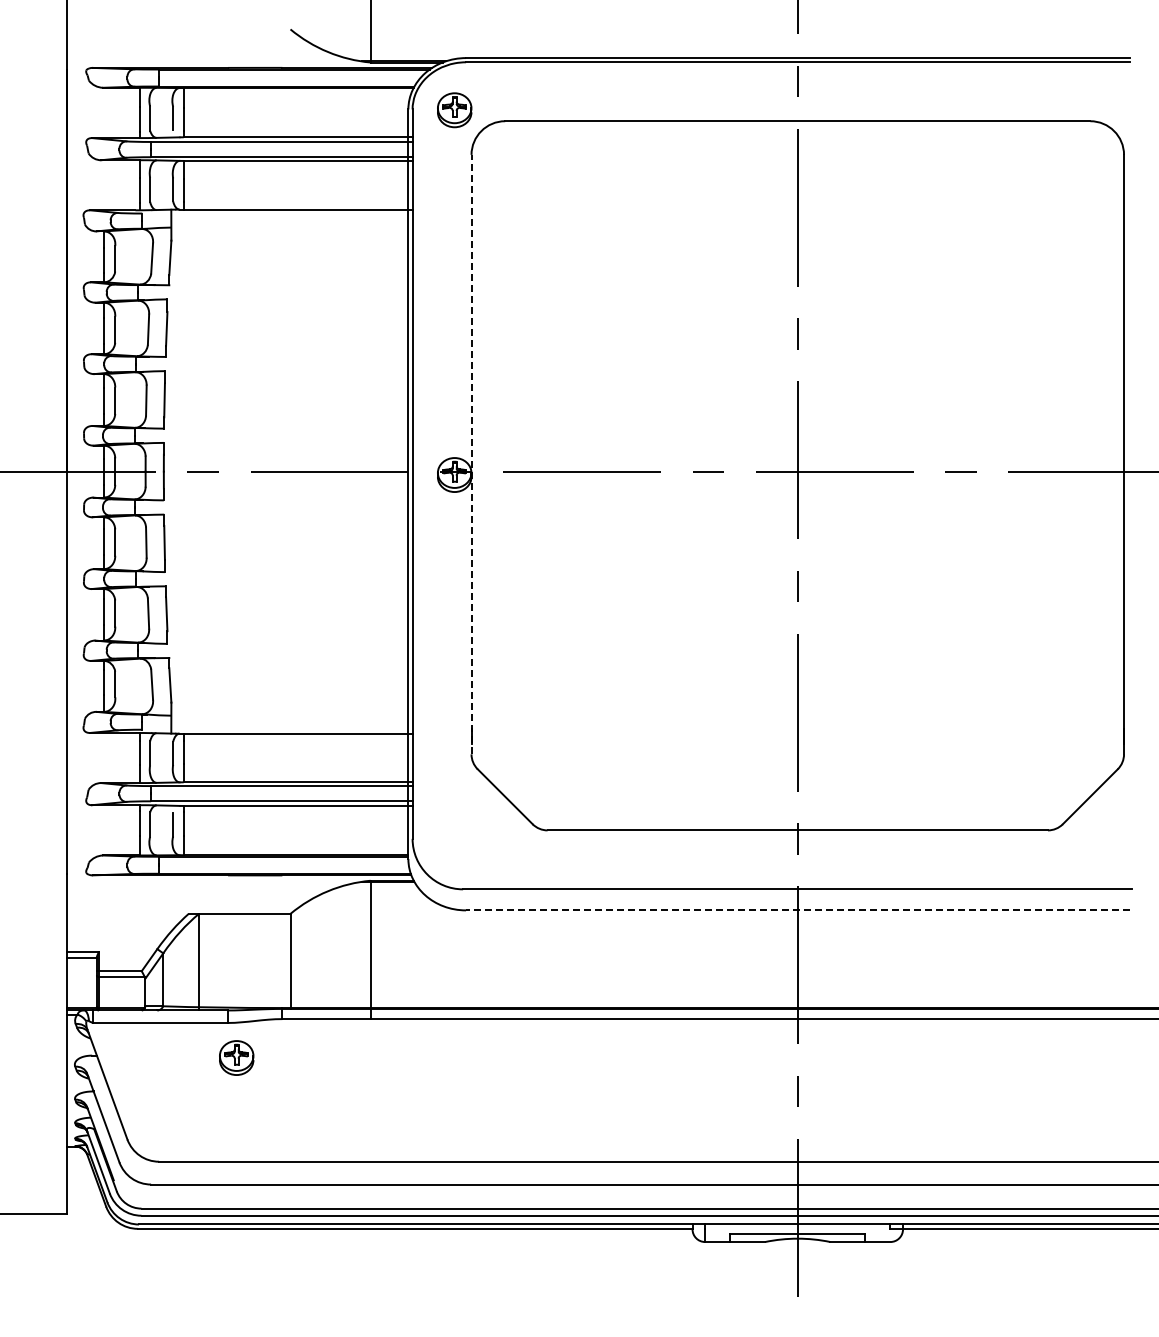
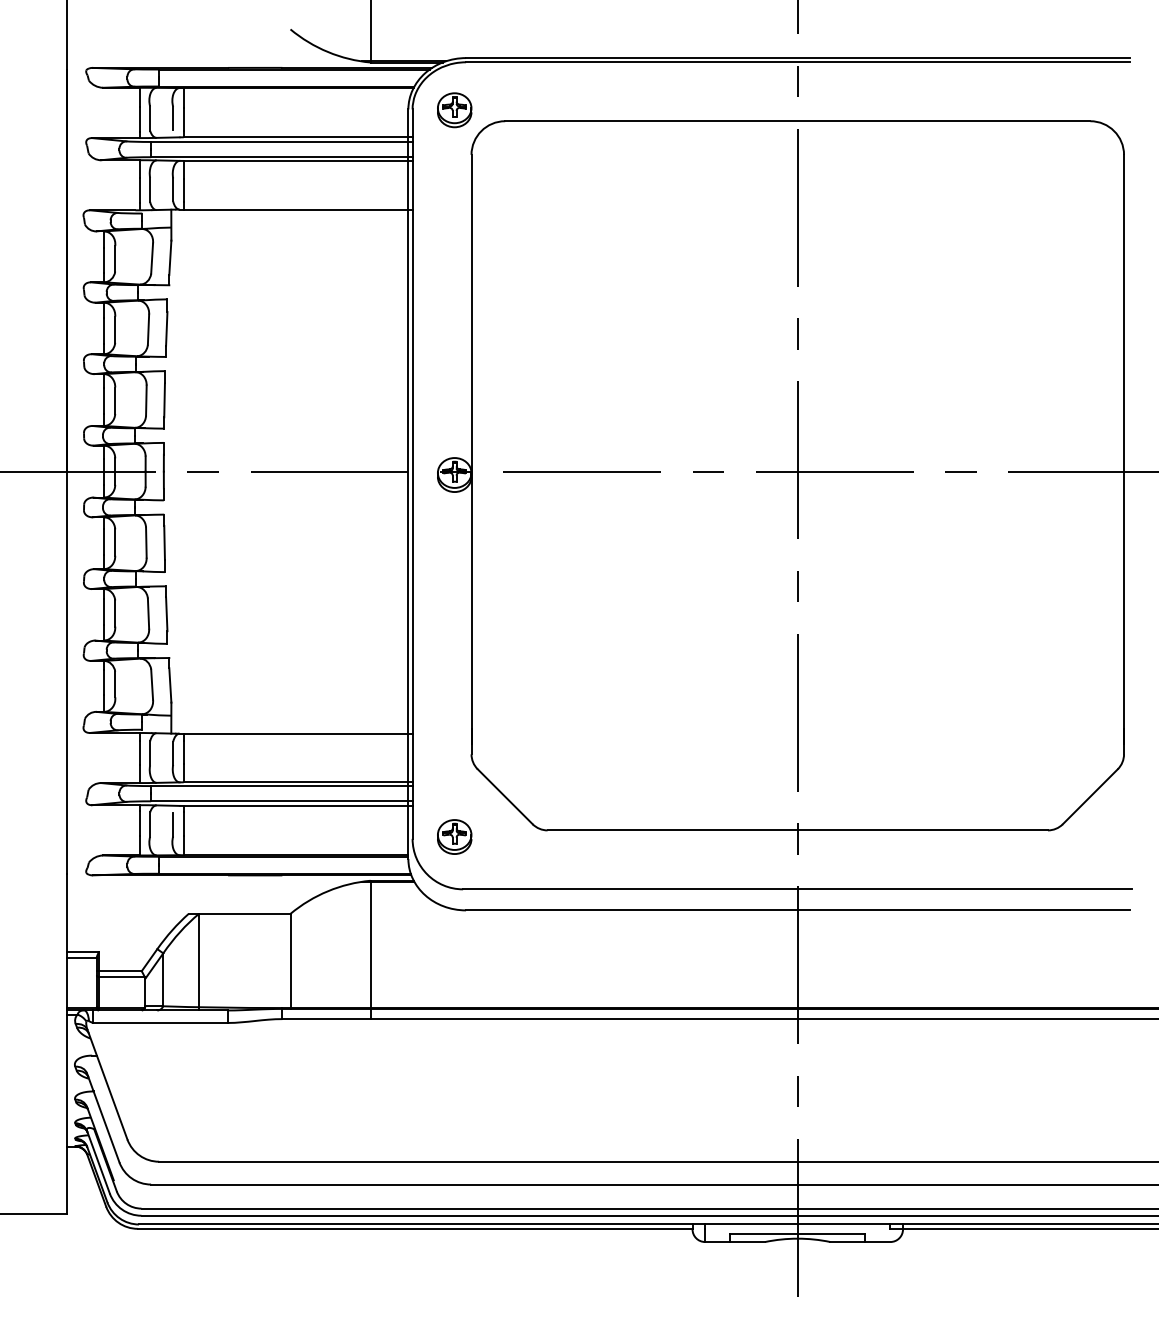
line at (471, 454): dashed -> solid
line at (797, 910): dashed -> solid
part at (236, 1057) position: (236, 1057) -> (454, 836)
